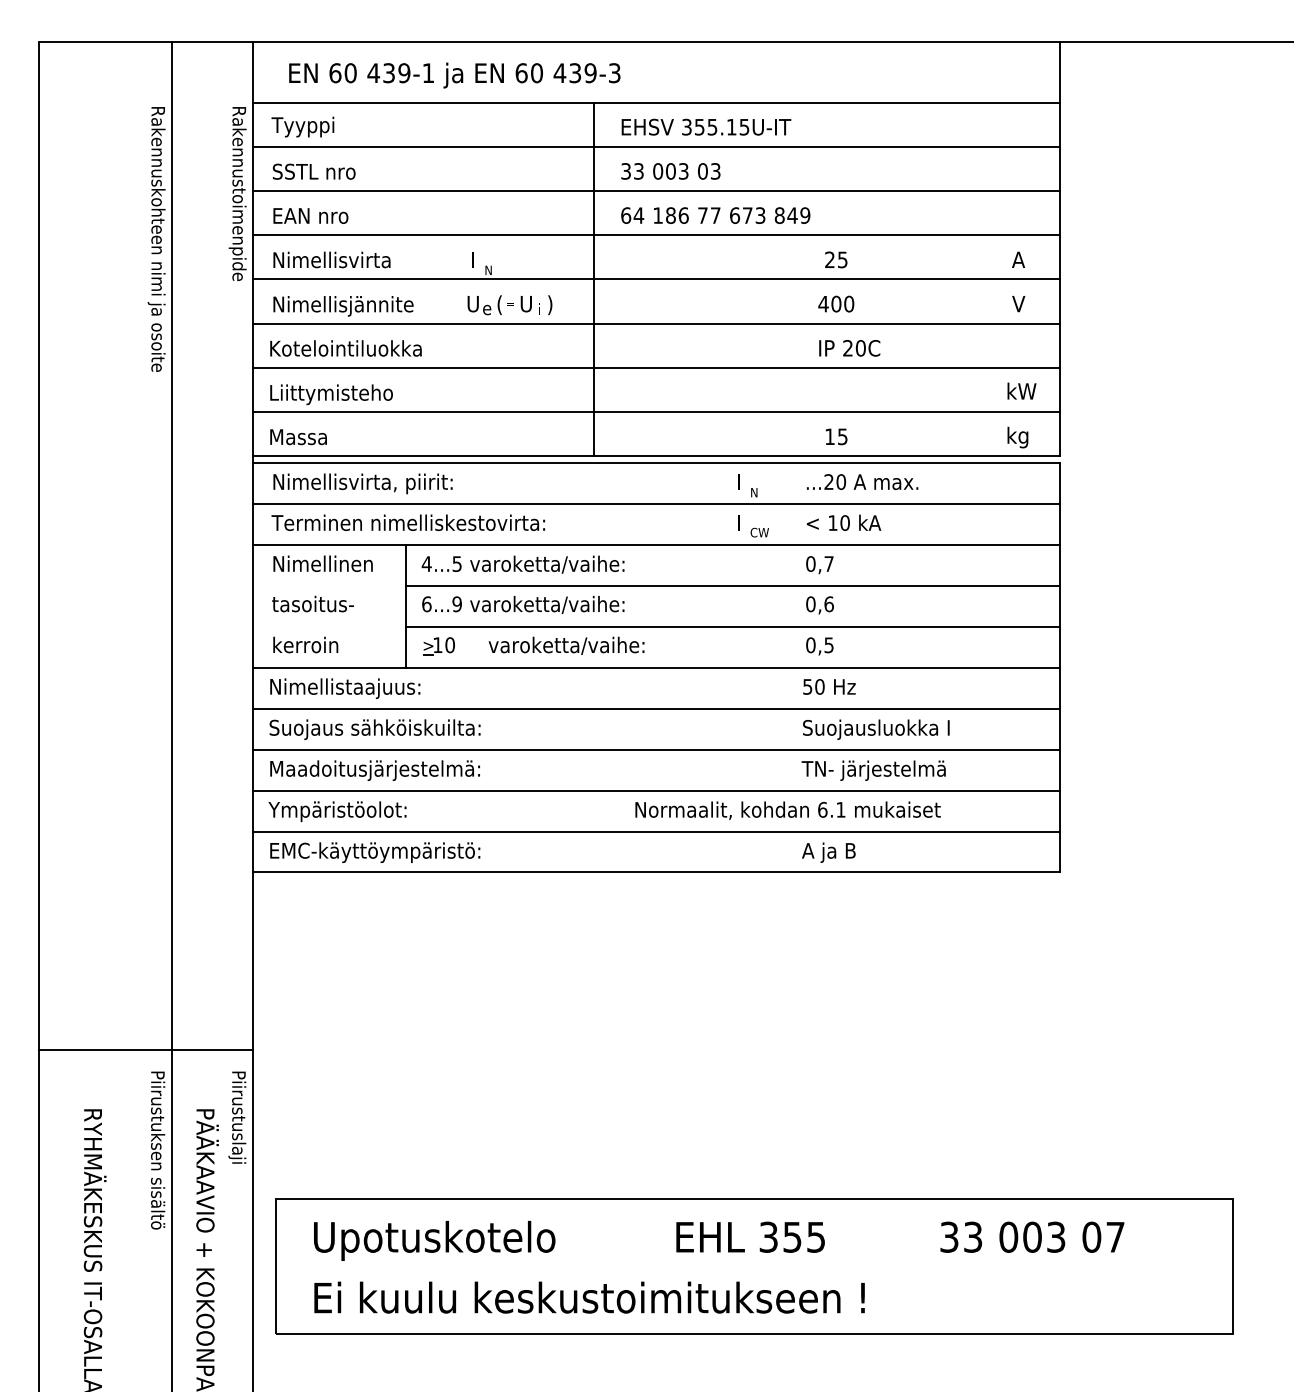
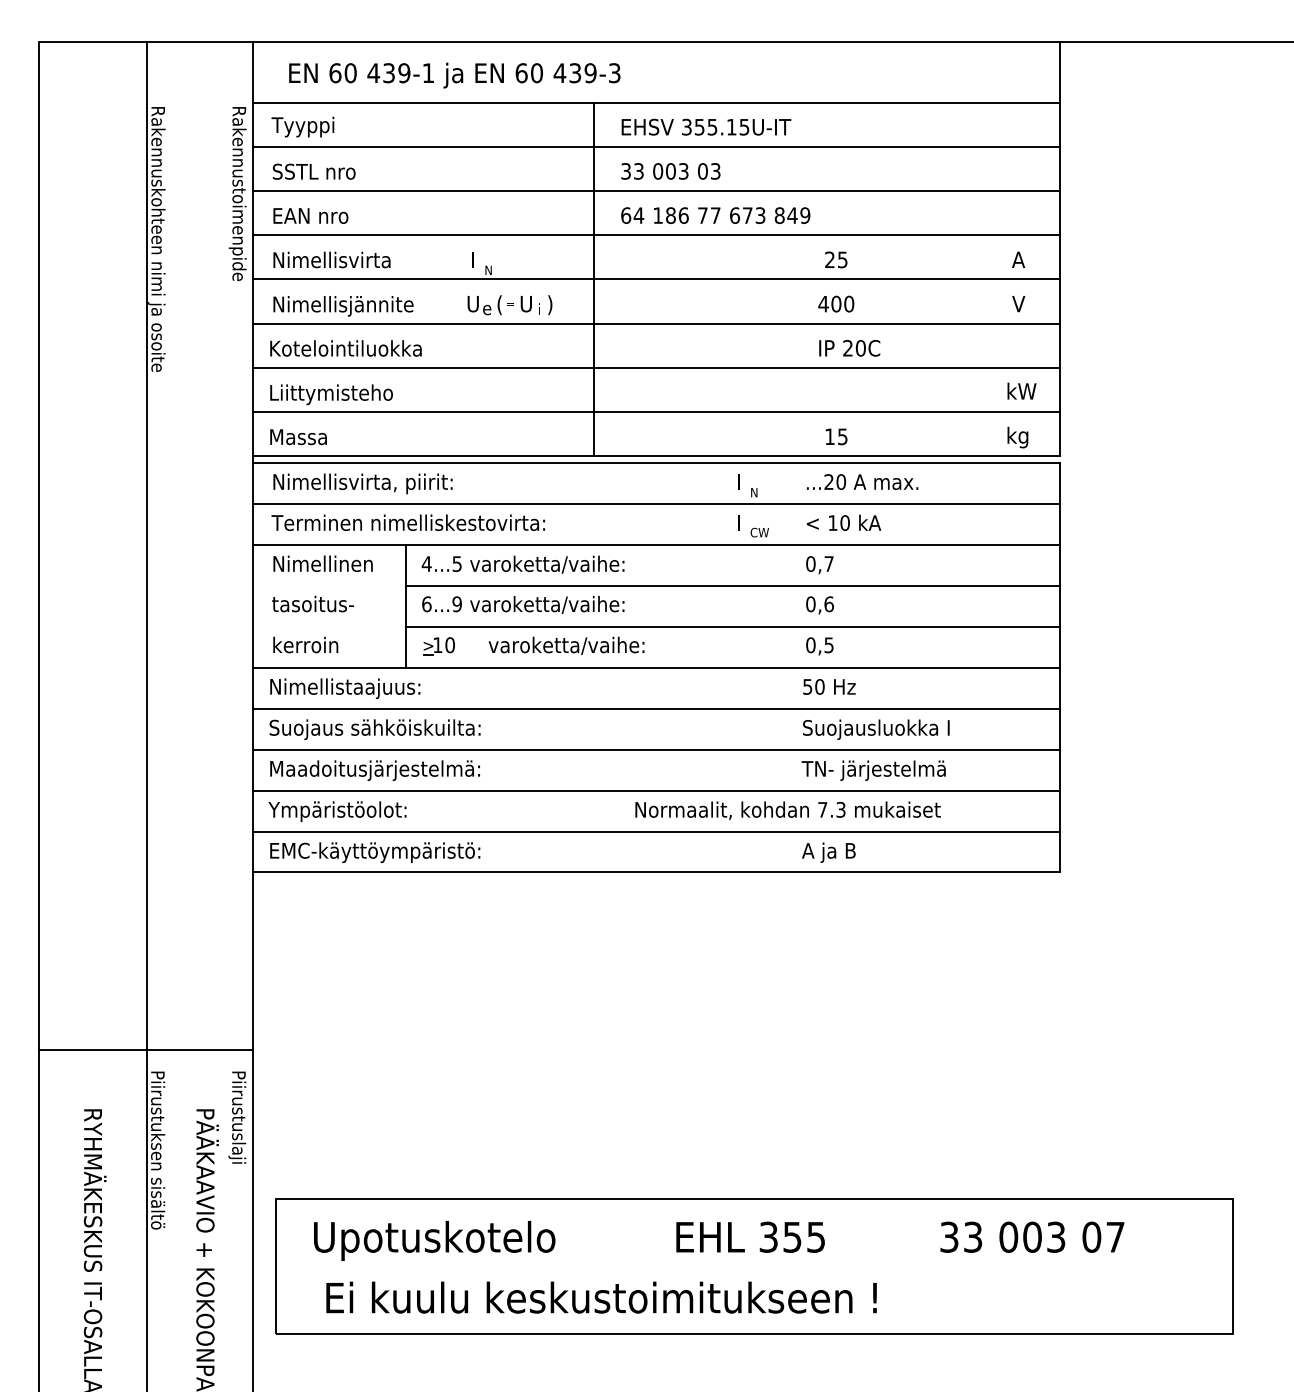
line at (171, 714) position: (171, 714) -> (146, 714)
text at (831, 809): 6.1 -> 7.3
text at (589, 1297) position: (589, 1297) -> (601, 1297)
